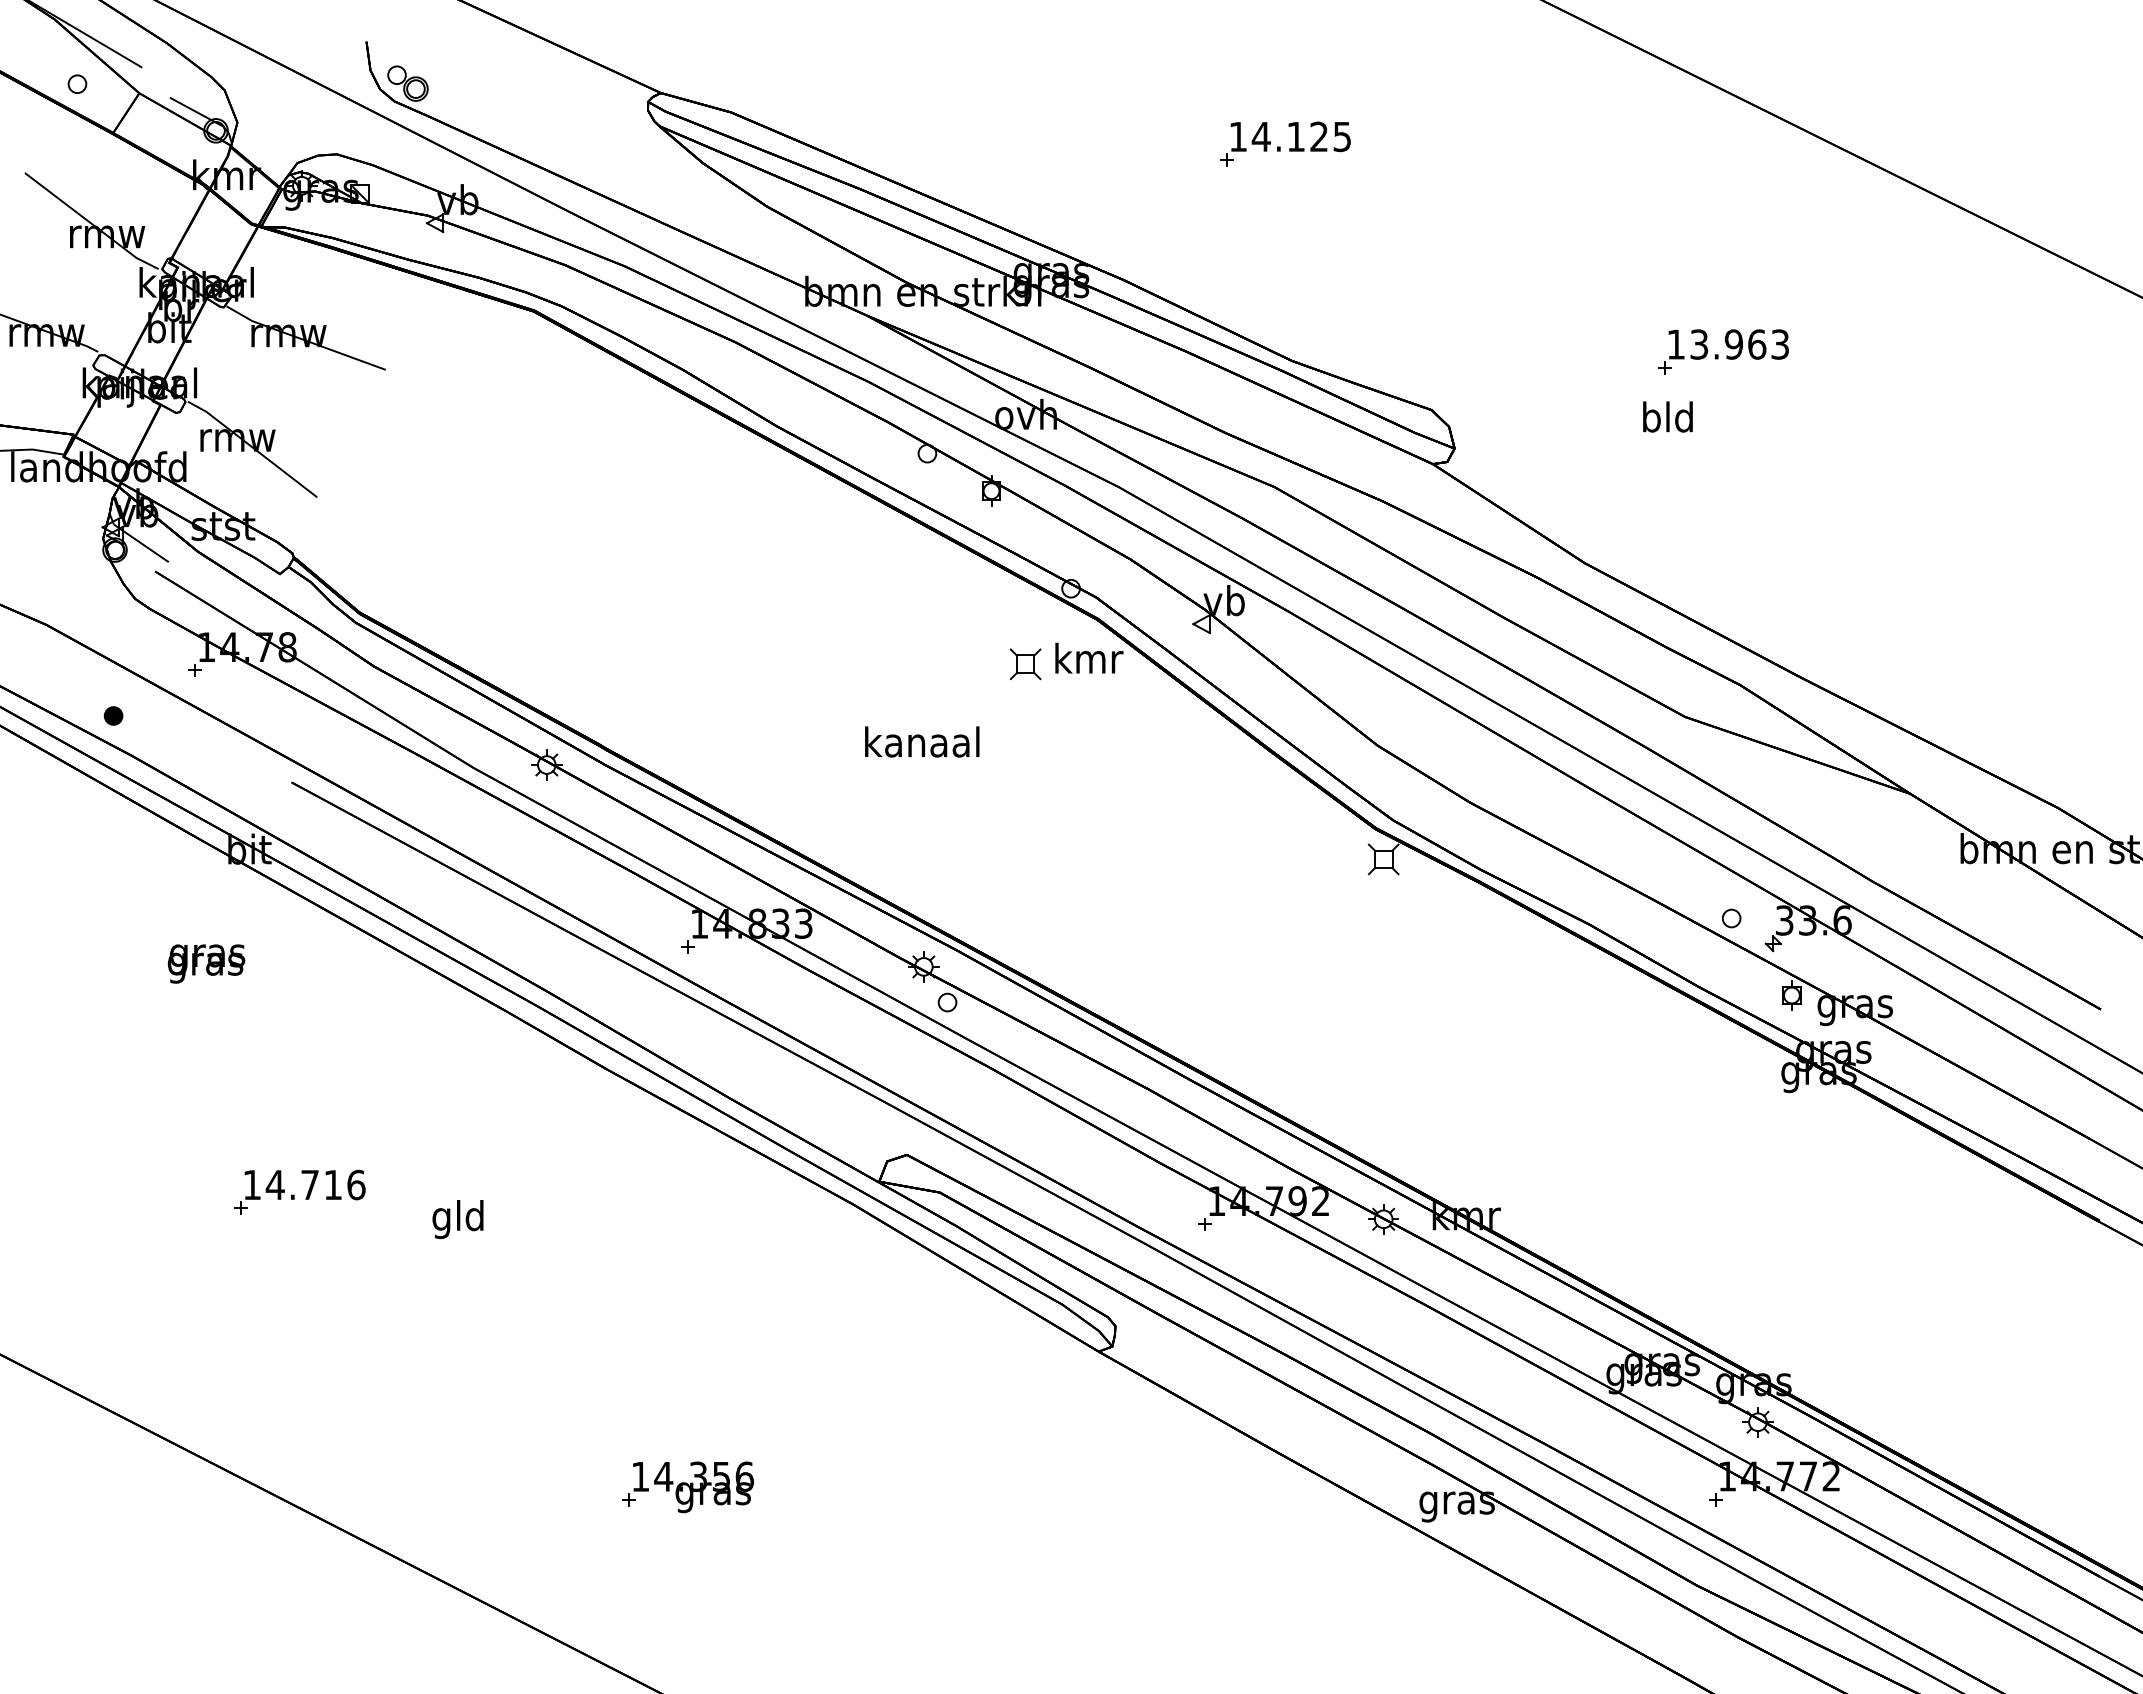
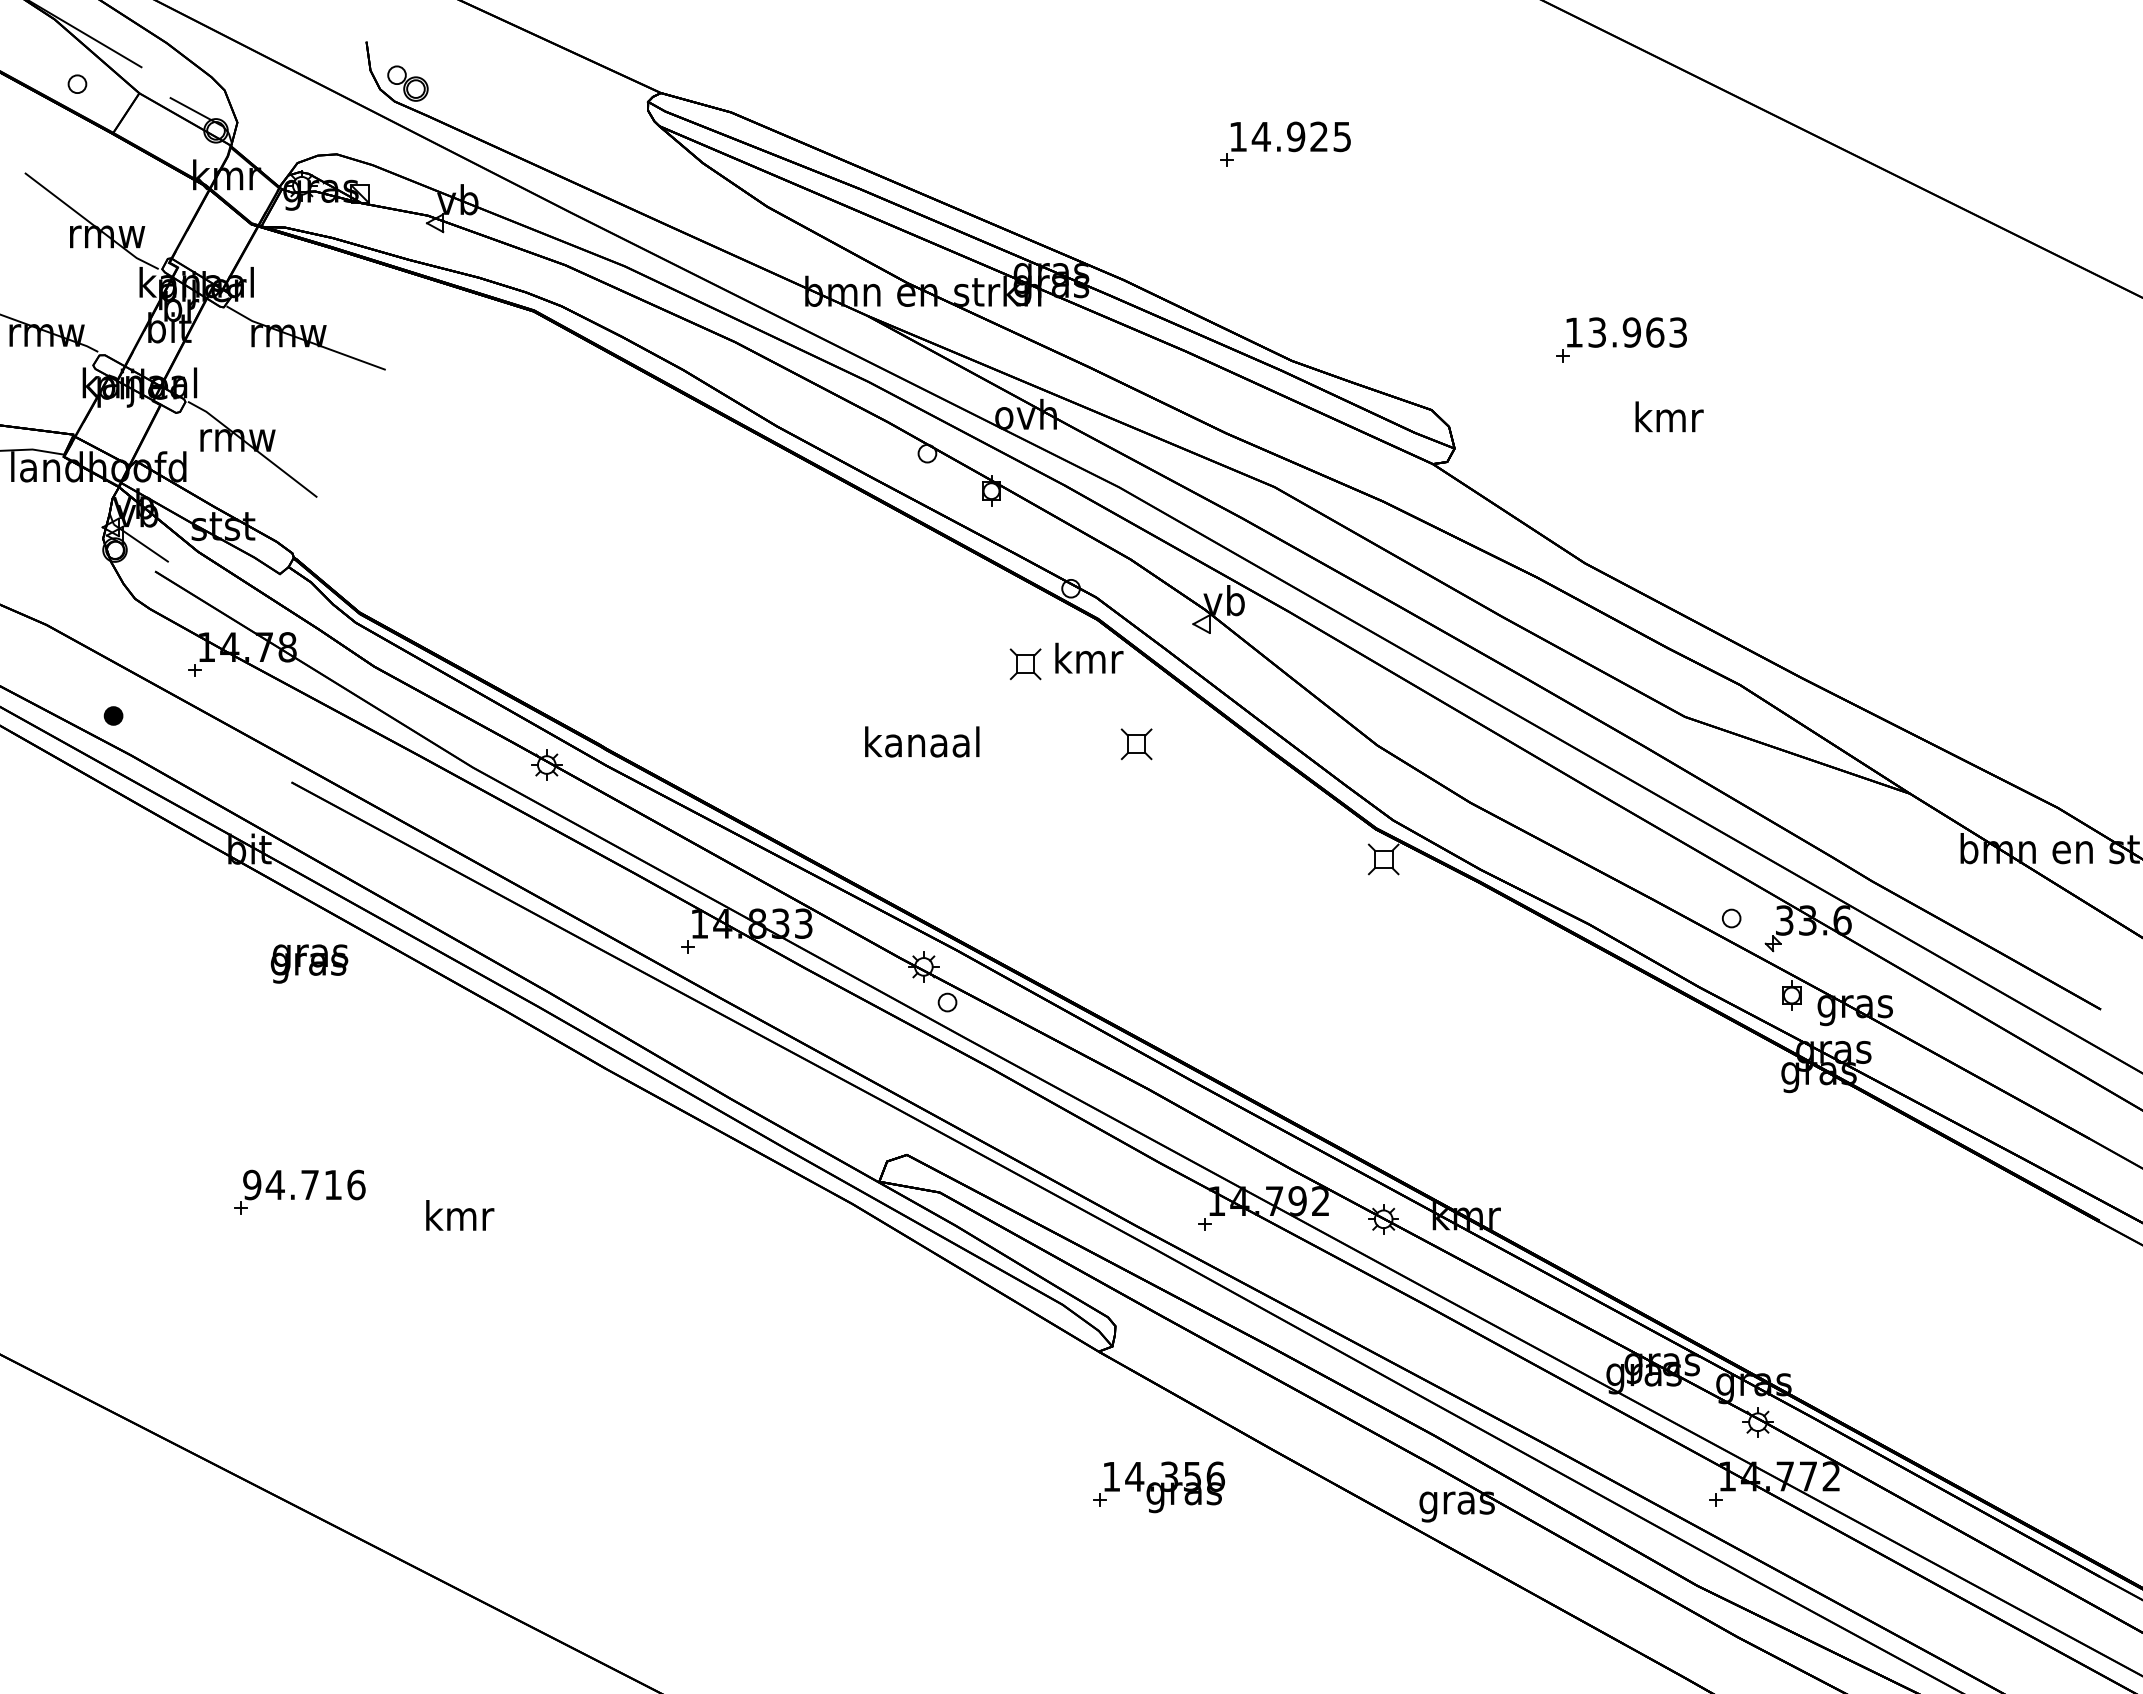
text at (1296, 136): 14.125 -> 14.925
part at (1723, 351) position: (1723, 351) -> (1621, 339)
text at (1669, 416): bld -> kmr
part at (1136, 744): none -> present
text at (206, 963) position: (206, 963) -> (309, 963)
text at (252, 1184): 14.716 -> 94.716
text at (460, 1219): gld -> kmr
part at (687, 1487) position: (687, 1487) -> (1158, 1487)
